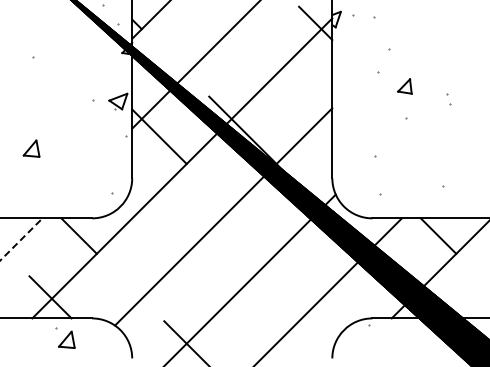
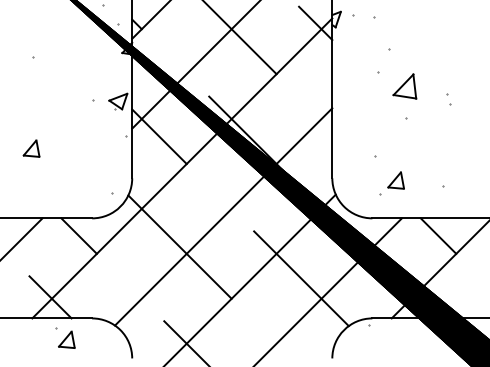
line at (240, 38): none -> present
part at (404, 86) size: 16x17 px -> 26x27 px
part at (395, 180): none -> present
line at (21, 239): dashed -> solid
line at (179, 246): none -> present
line at (301, 278): none -> present
